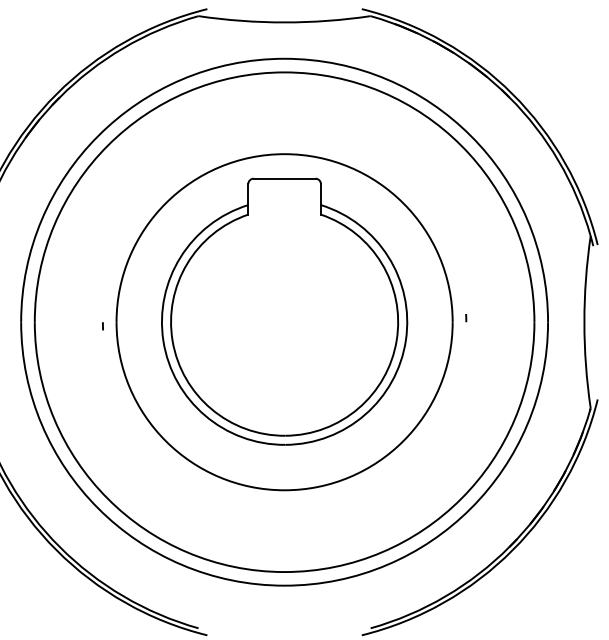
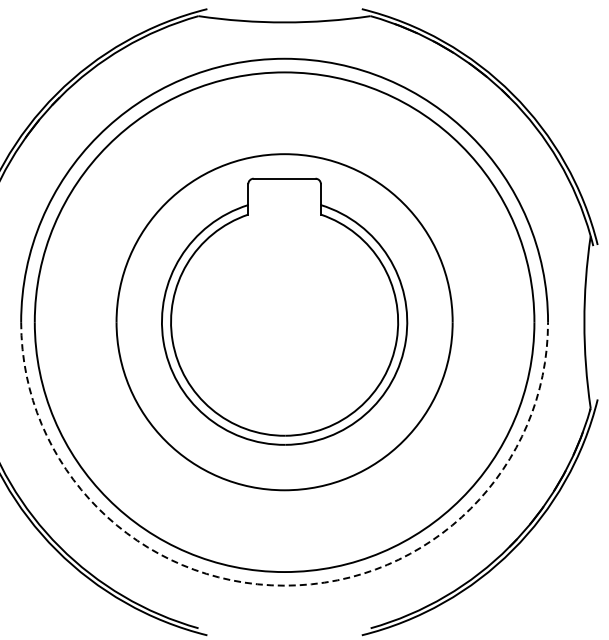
arc at (466, 318): present -> none
arc at (102, 326): present -> none
arc at (284, 585): solid -> dashed
